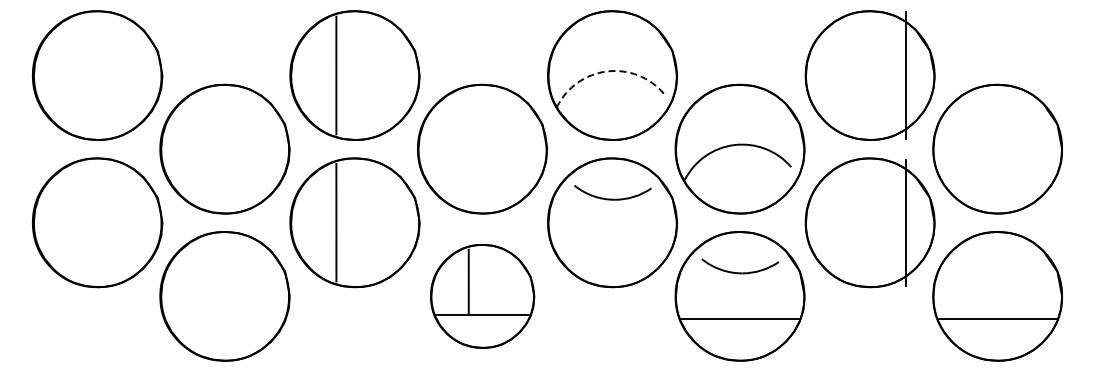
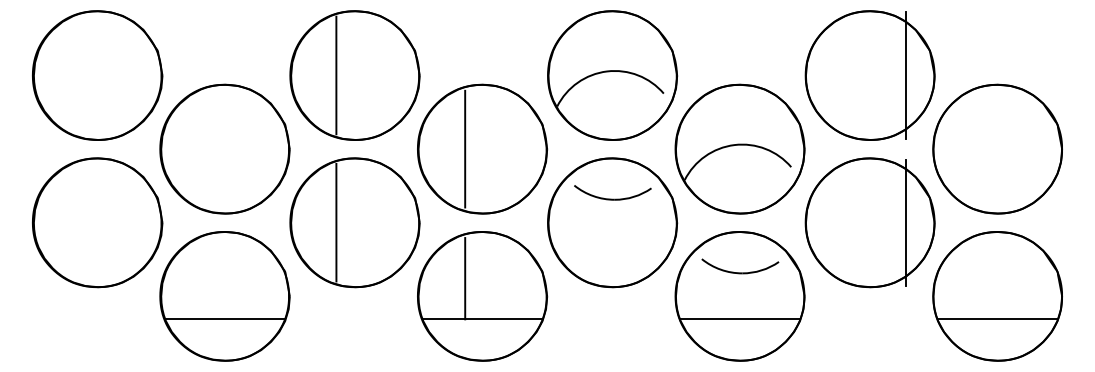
arc at (607, 71): dashed -> solid
line at (465, 148): none -> present
part at (482, 296) size: 106x105 px -> 132x131 px
line at (224, 319): none -> present
